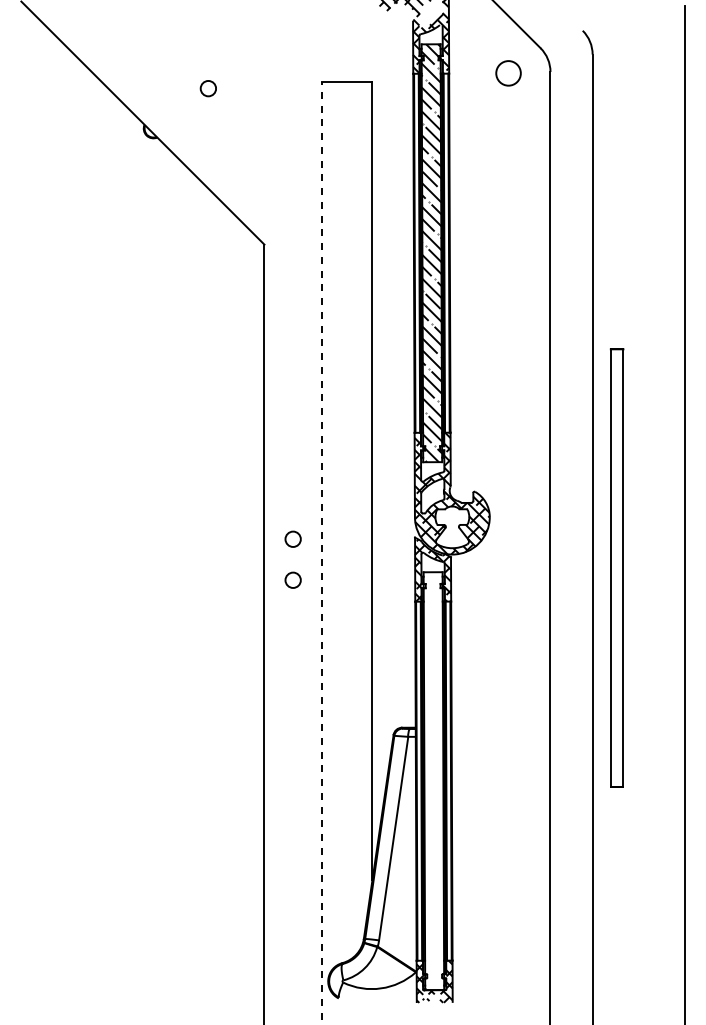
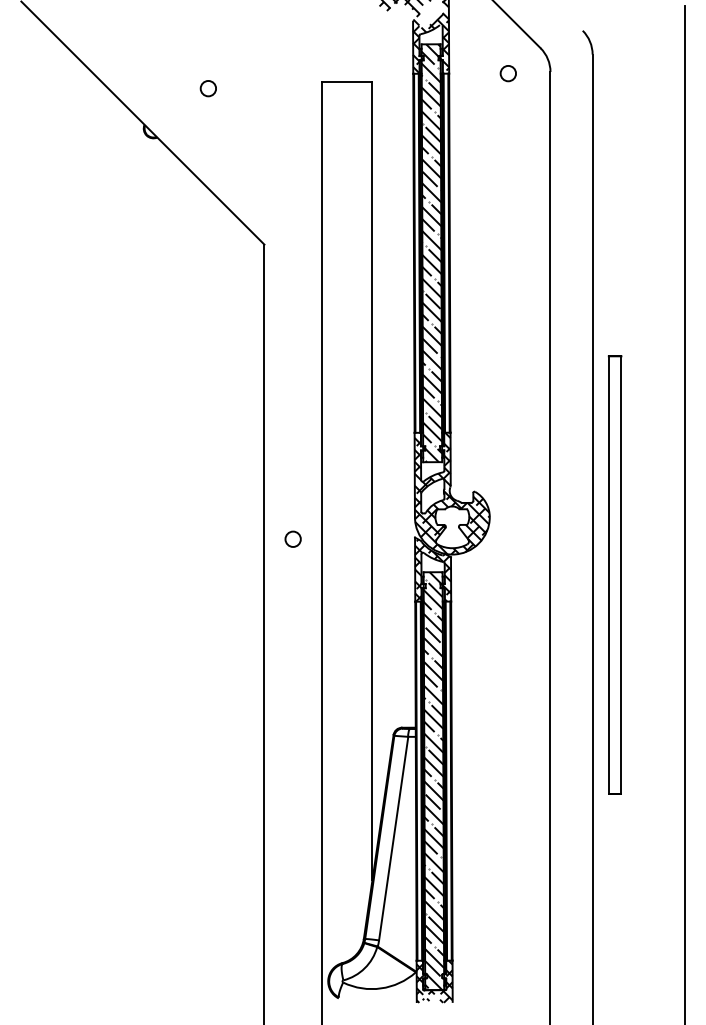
circle at (508, 73) size: 27x27 px -> 18x18 px
line at (321, 552): dashed -> solid
part at (616, 567) position: (616, 567) -> (614, 574)
circle at (292, 579): present -> none
hatch at (433, 781): none -> present
